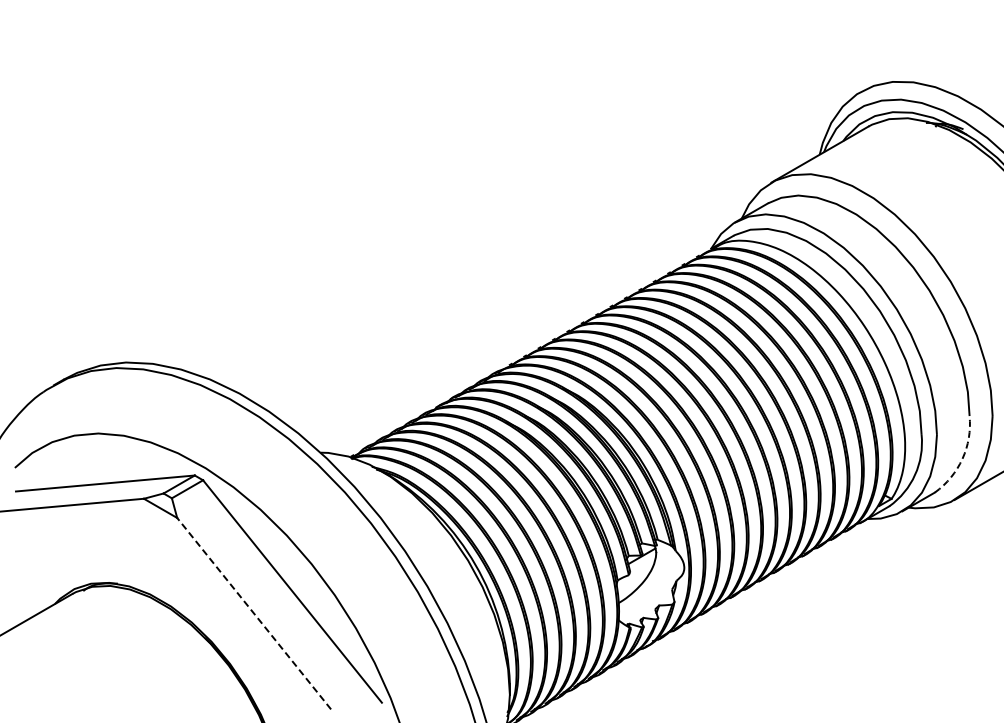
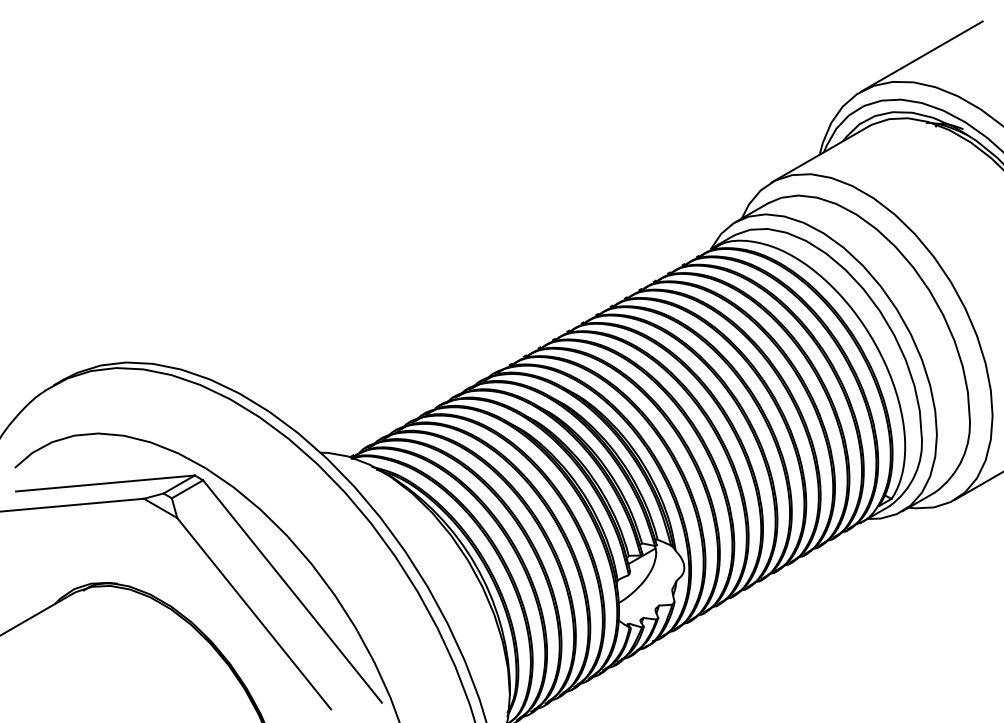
line at (921, 56): none -> present
arc at (962, 458): dashed -> solid
line at (254, 613): dashed -> solid
